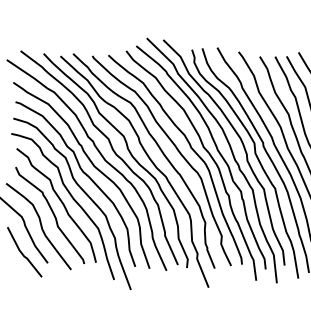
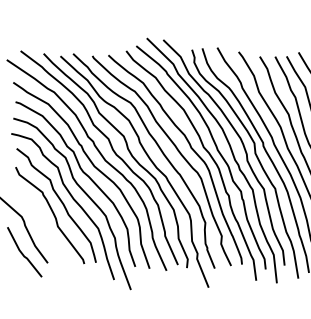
curve at (40, 226): present -> none
